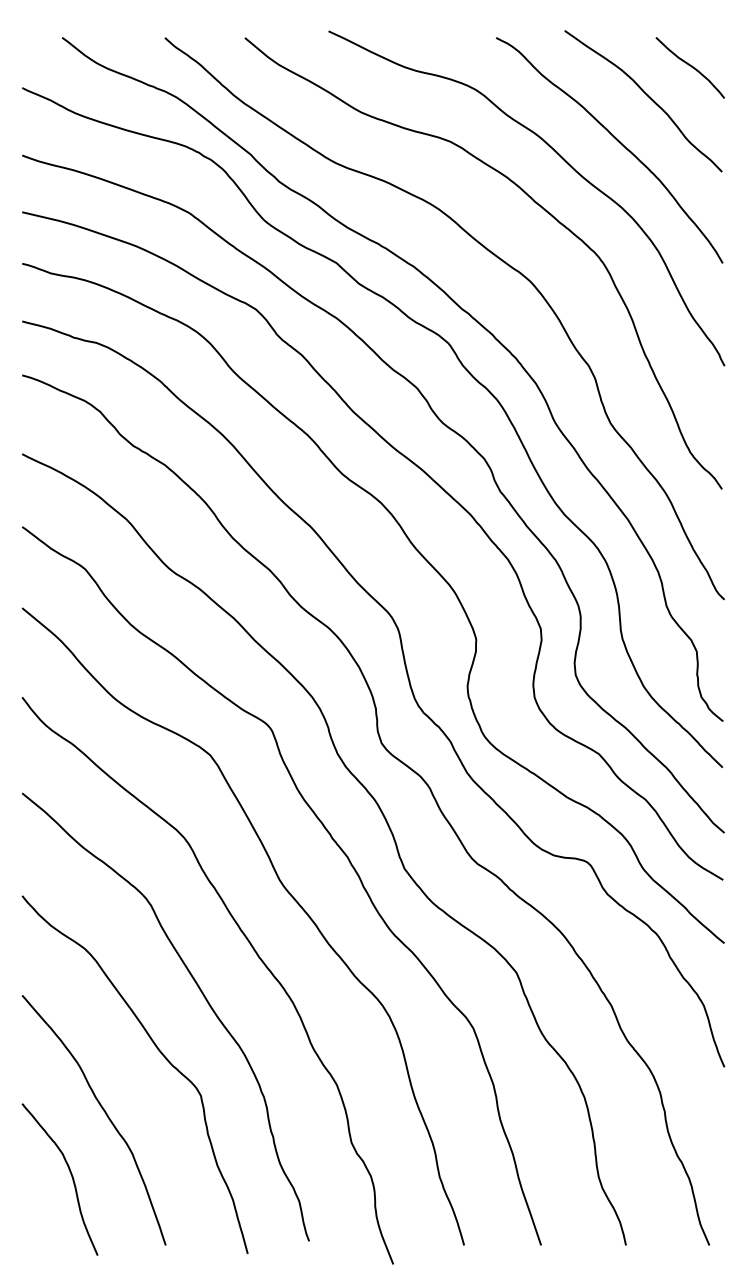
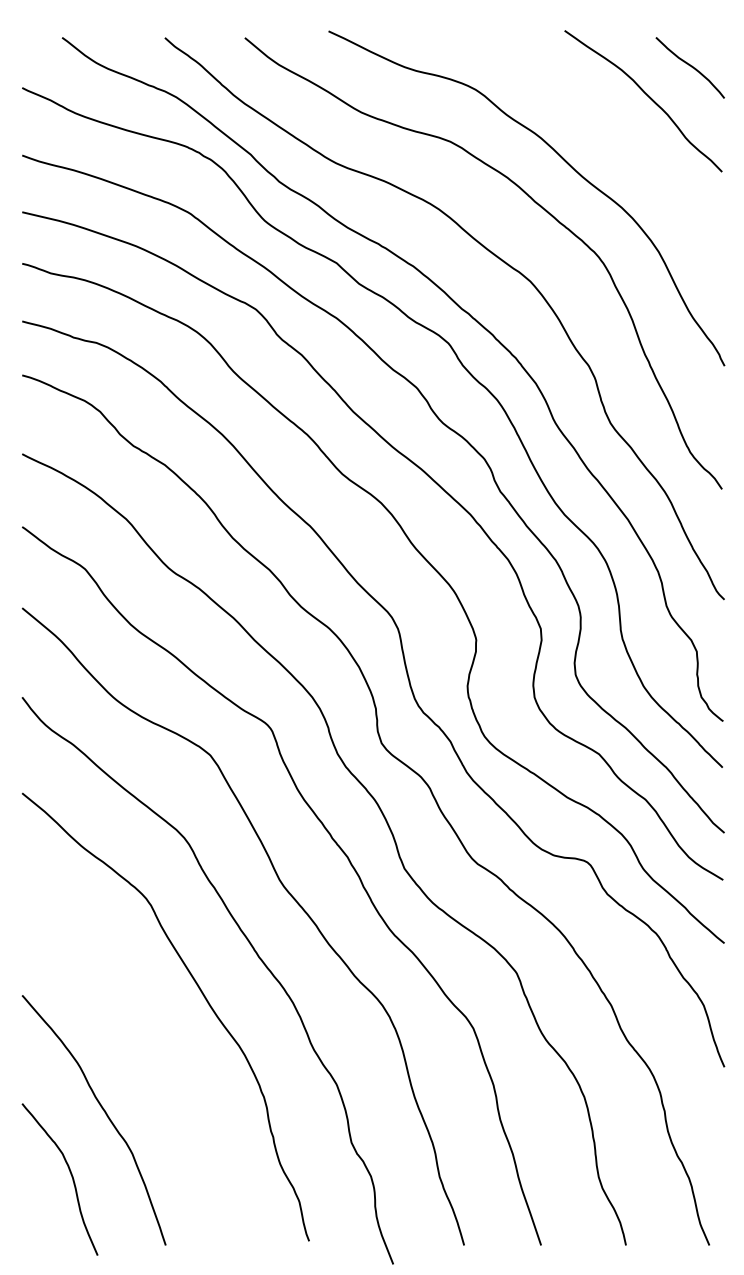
curve at (617, 141): present -> none
curve at (159, 1052): present -> none
